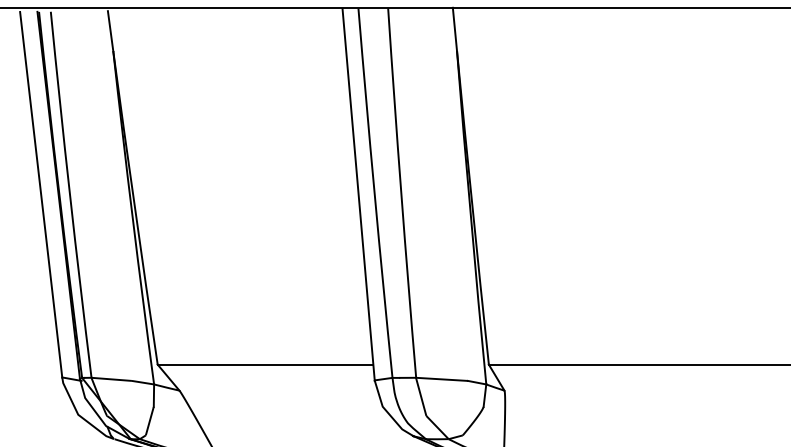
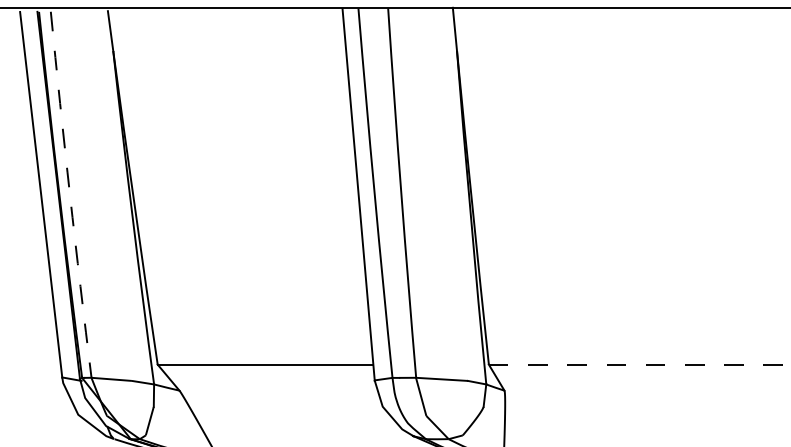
arc at (70, 194): solid -> dashed
line at (639, 364): solid -> dashed
